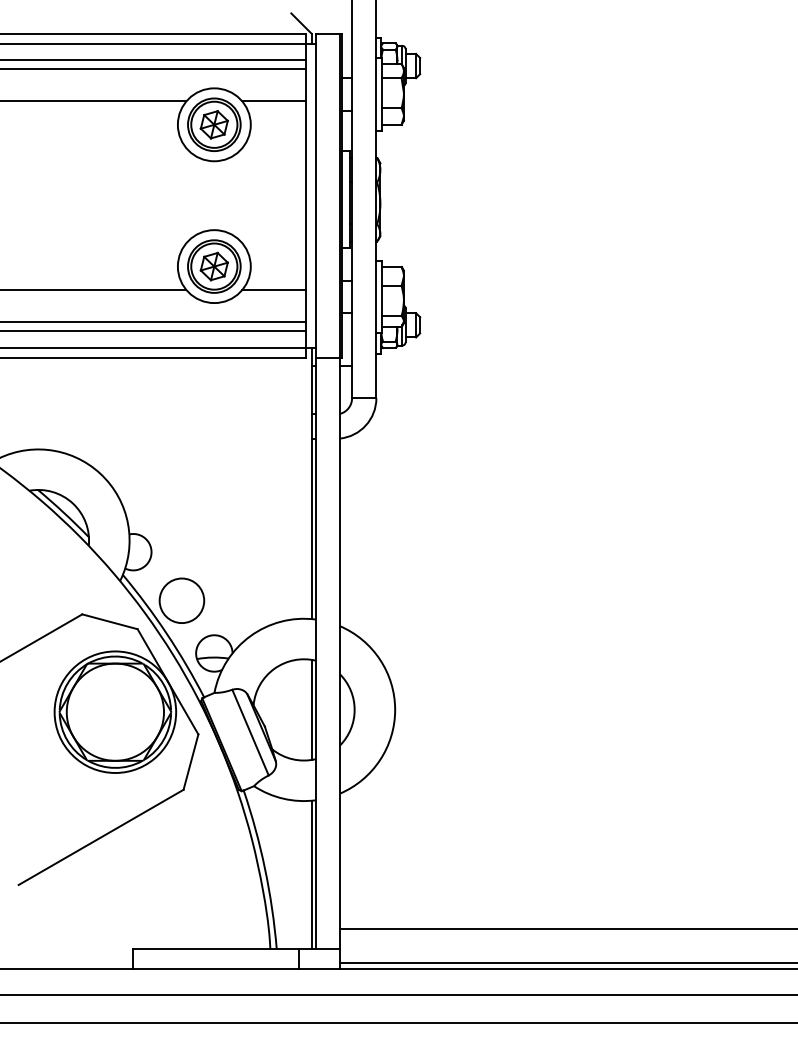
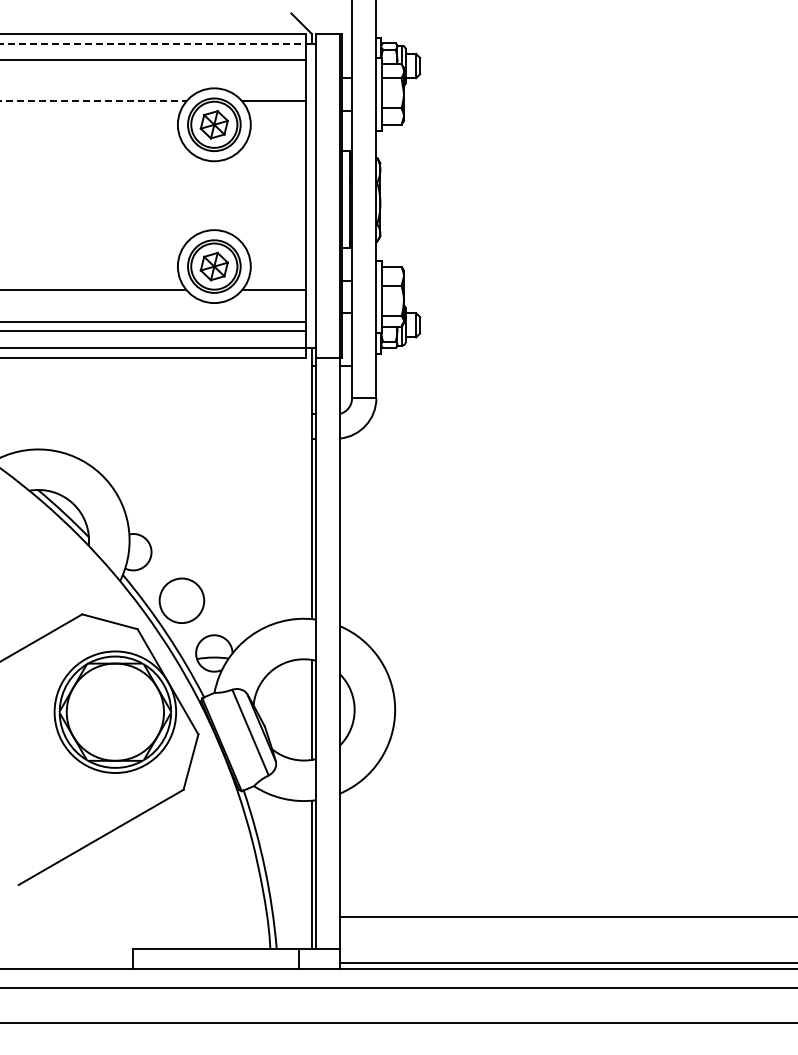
line at (153, 43): solid -> dashed
line at (153, 69): present -> none
line at (93, 101): solid -> dashed
line at (566, 928) position: (566, 928) -> (566, 916)
line at (398, 994) position: (398, 994) -> (398, 987)
